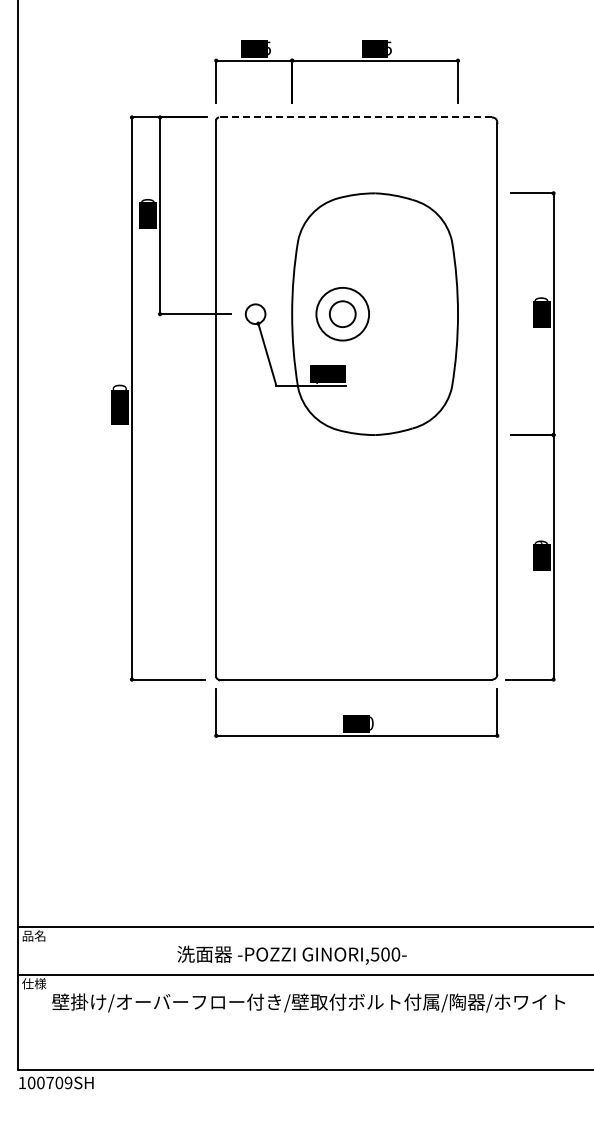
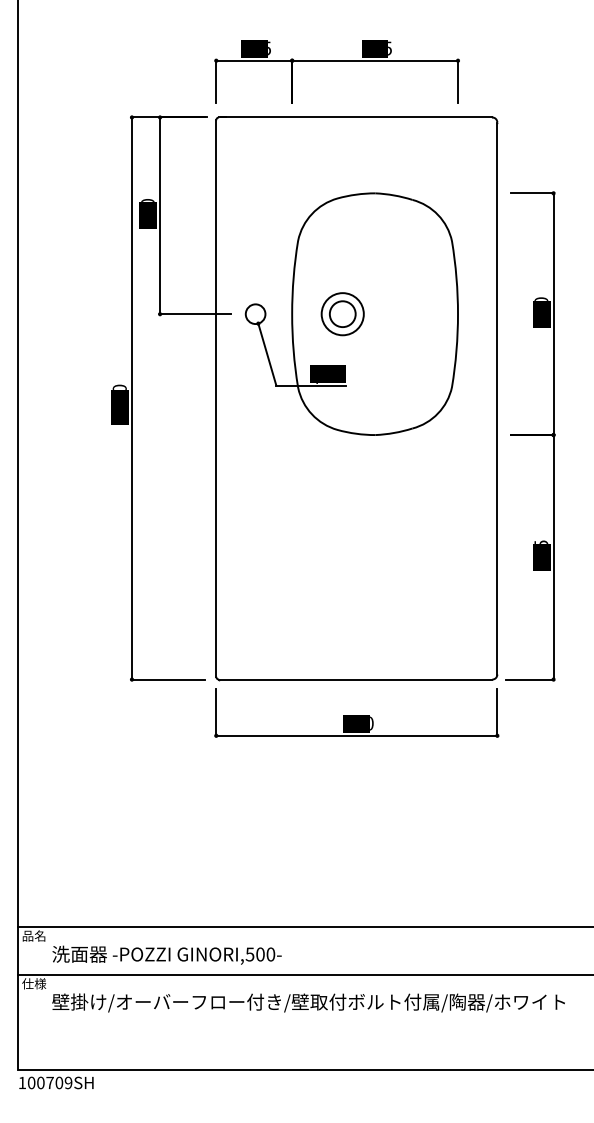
line at (355, 117): dashed -> solid
circle at (342, 313) diameter: 53 px -> 42 px
text at (541, 541): 439 -> 435
text at (291, 954) position: (291, 954) -> (166, 954)
